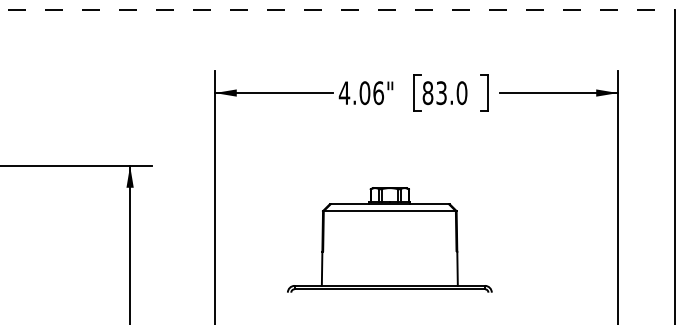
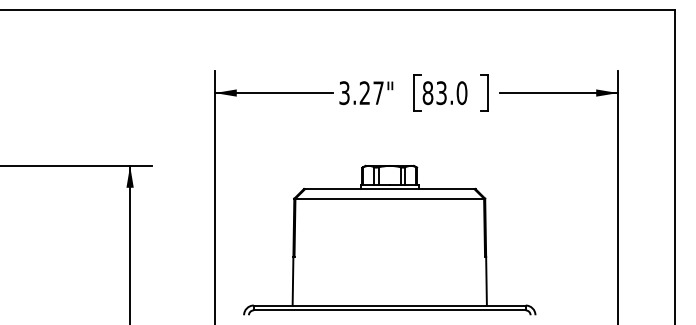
line at (338, 9): dashed -> solid
text at (361, 93): 4.06" -> 3.27"
part at (389, 239) size: 206x106 px -> 294x152 px
